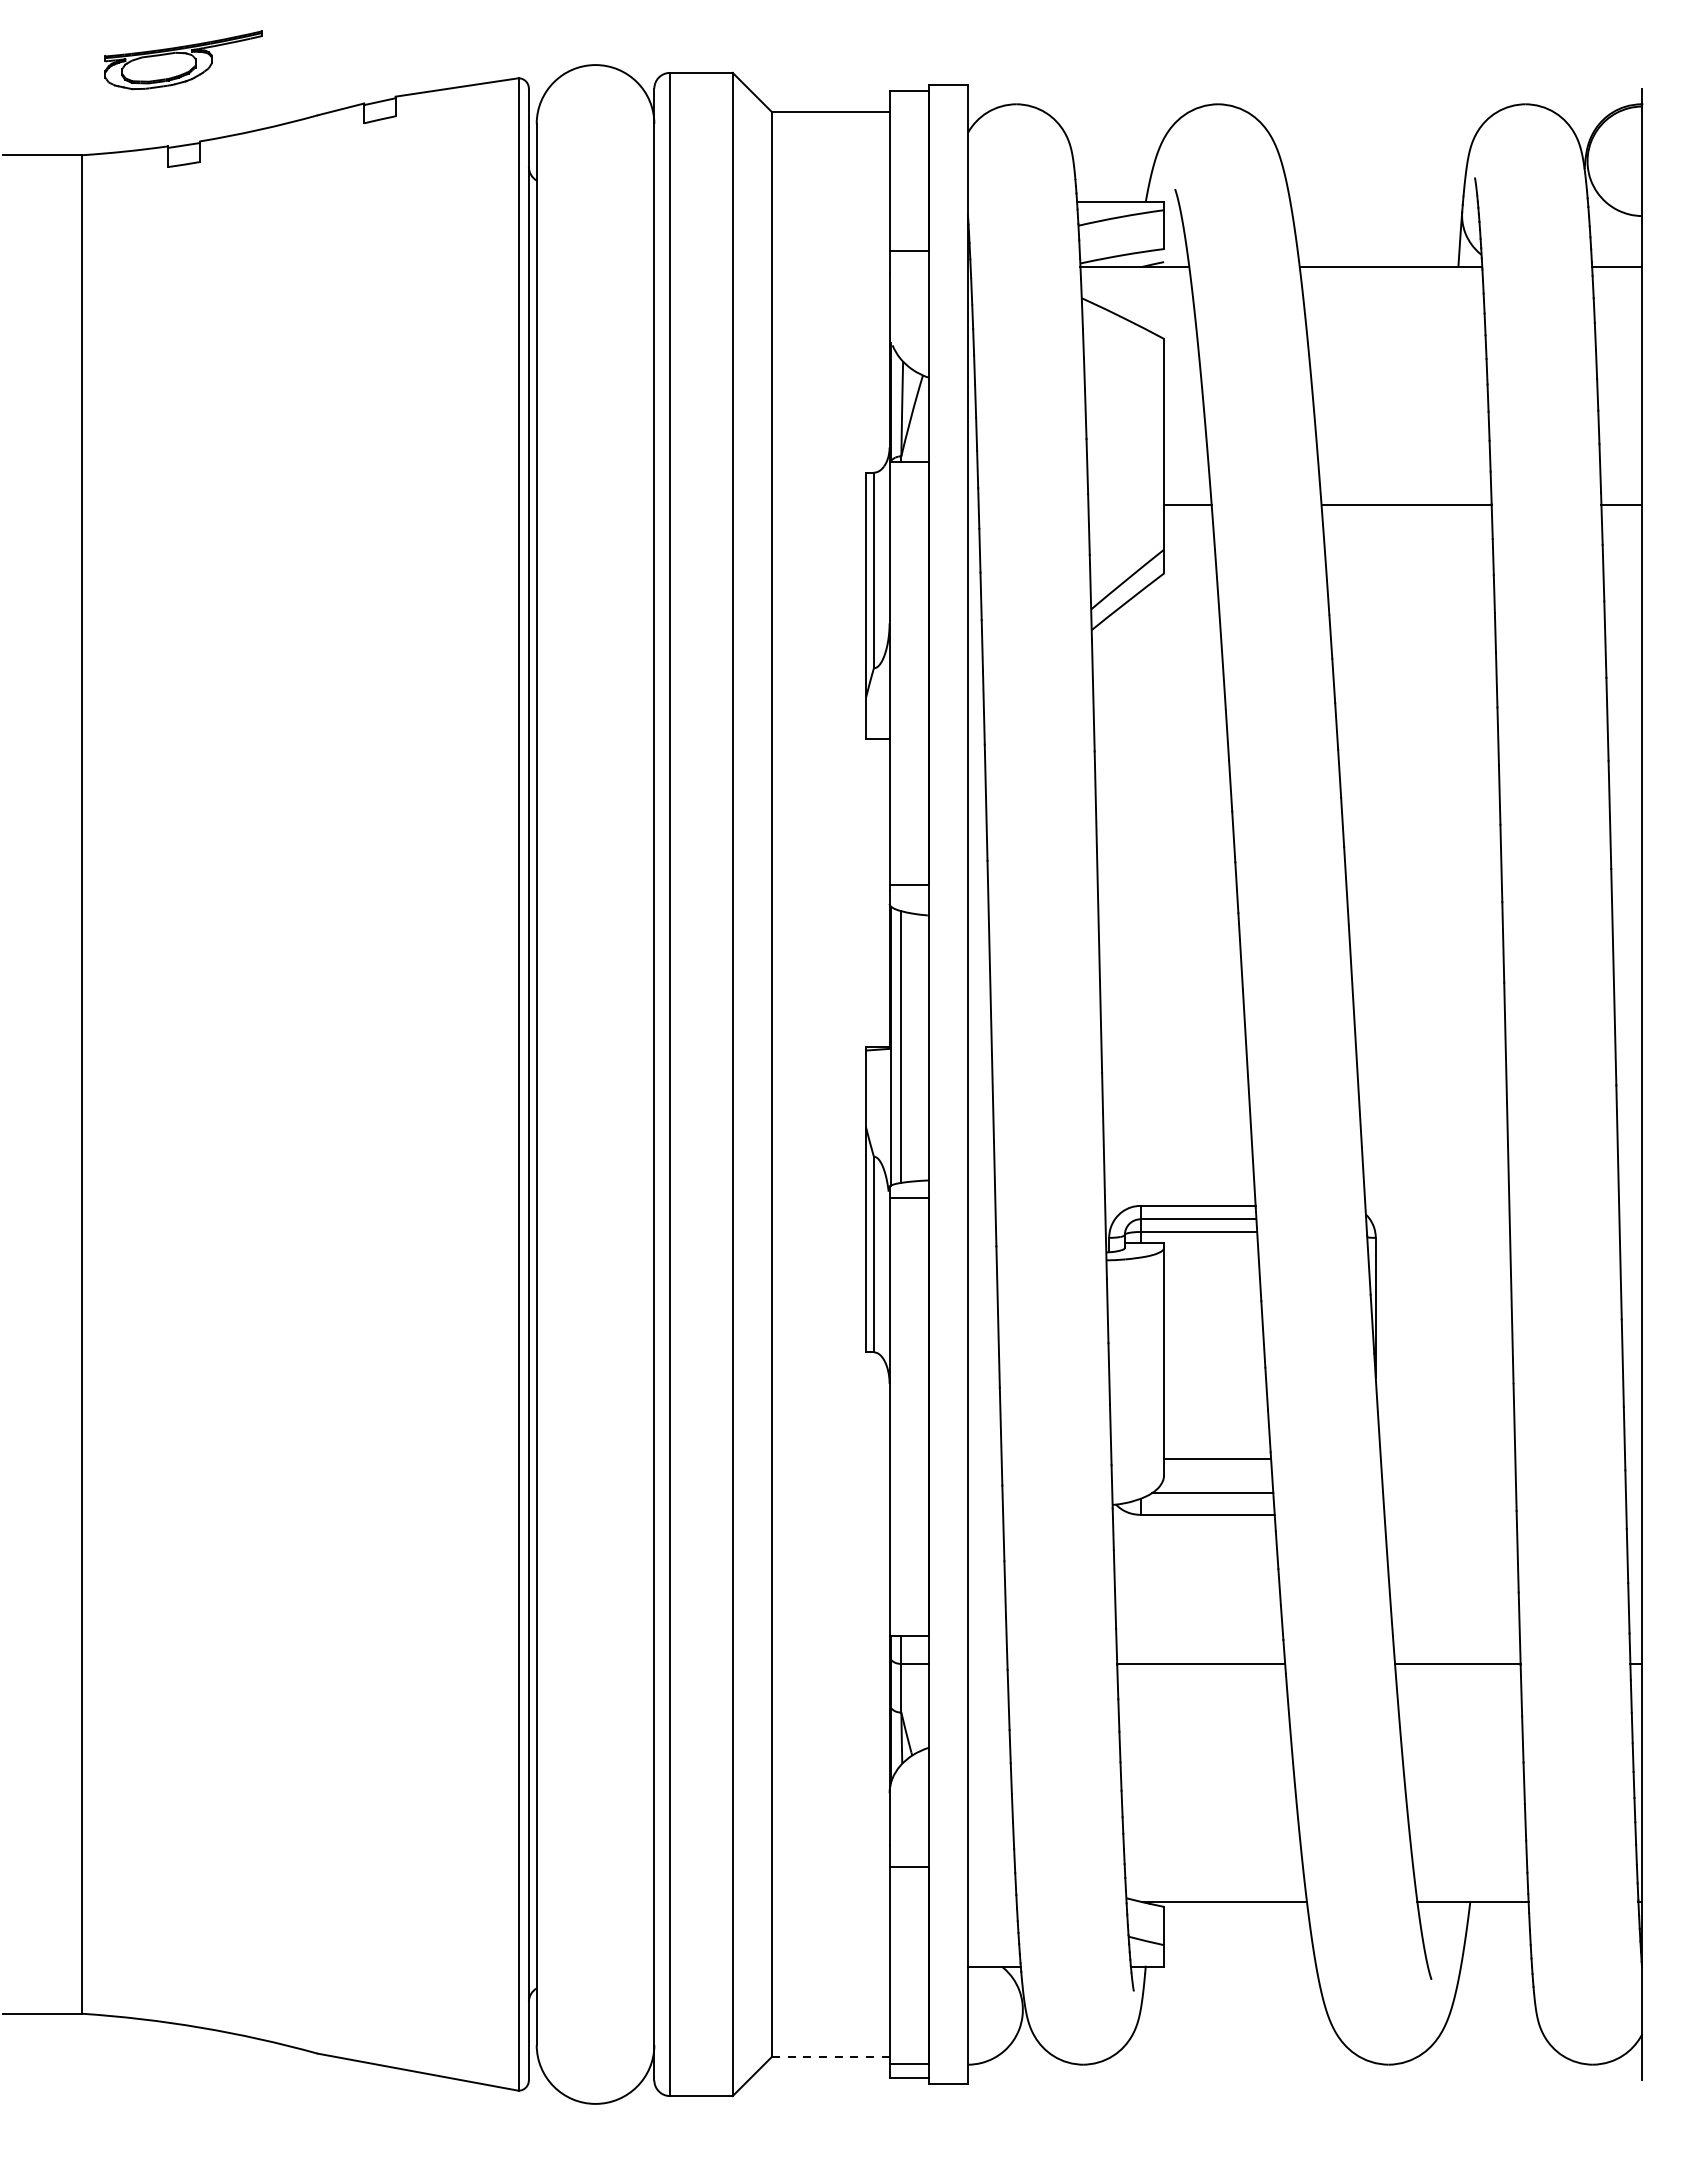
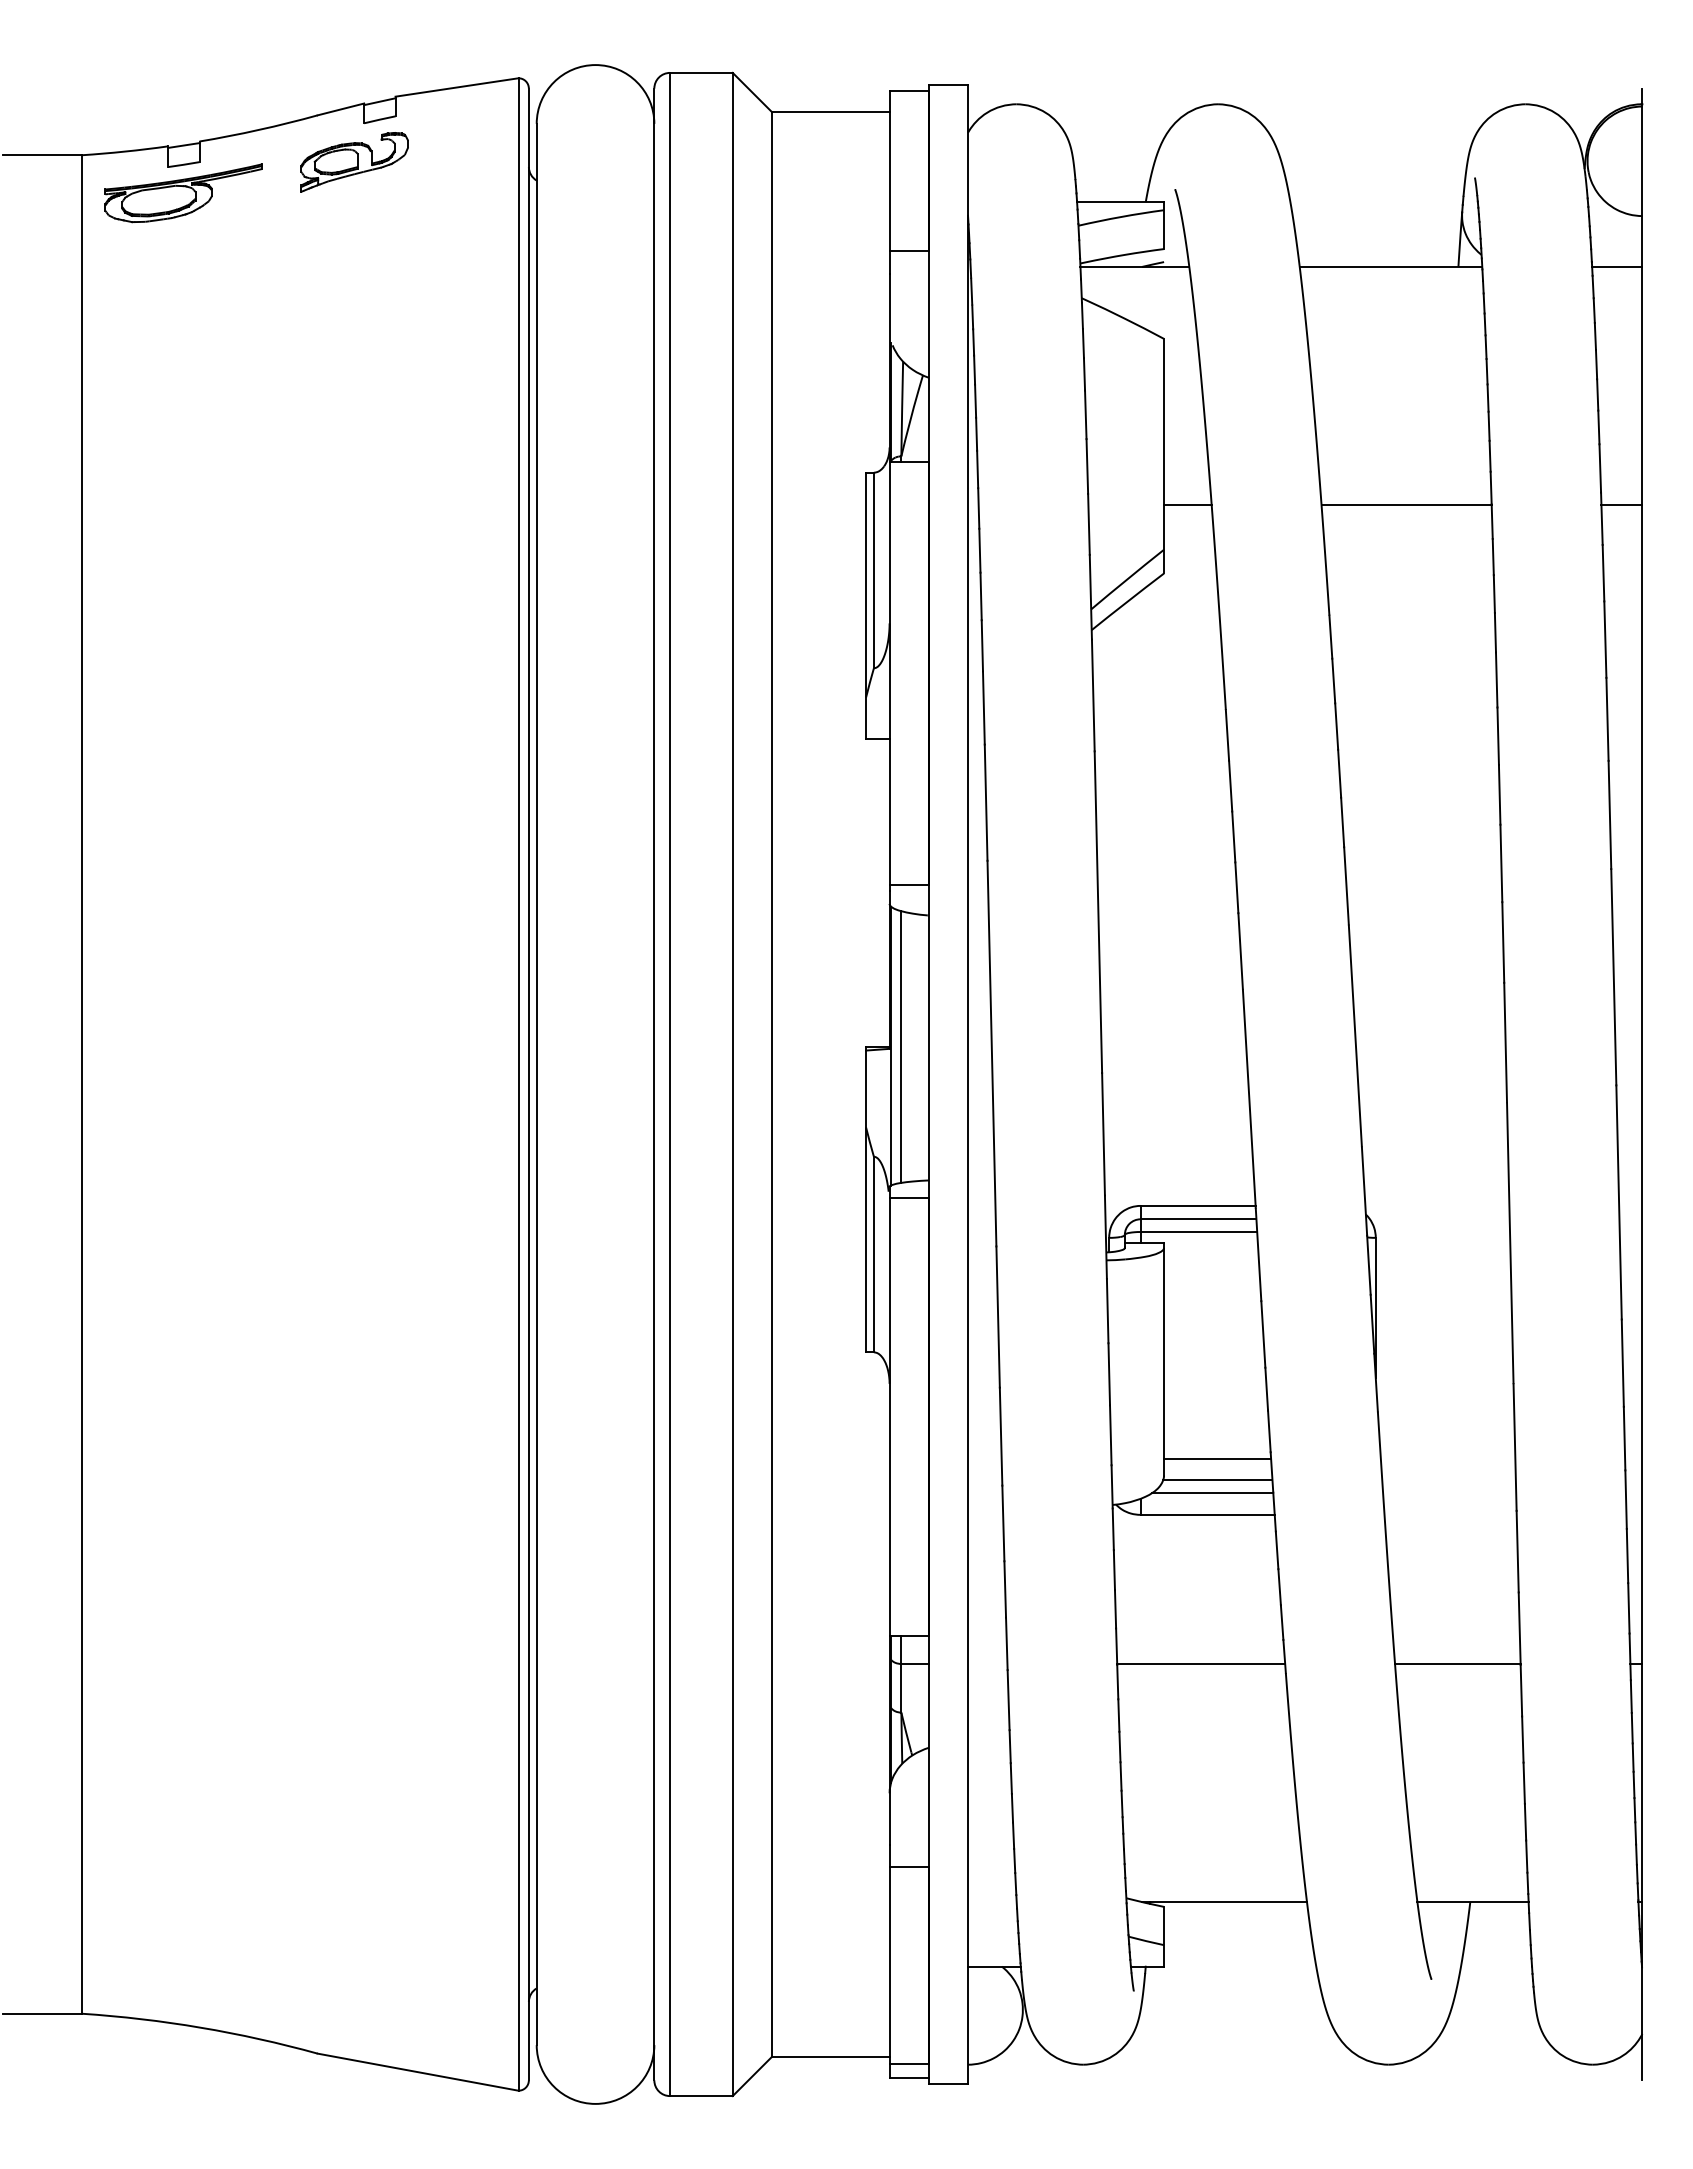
part at (183, 60) position: (183, 60) -> (183, 193)
part at (354, 162): none -> present
line at (1217, 1480): none -> present
line at (830, 2056): dashed -> solid
